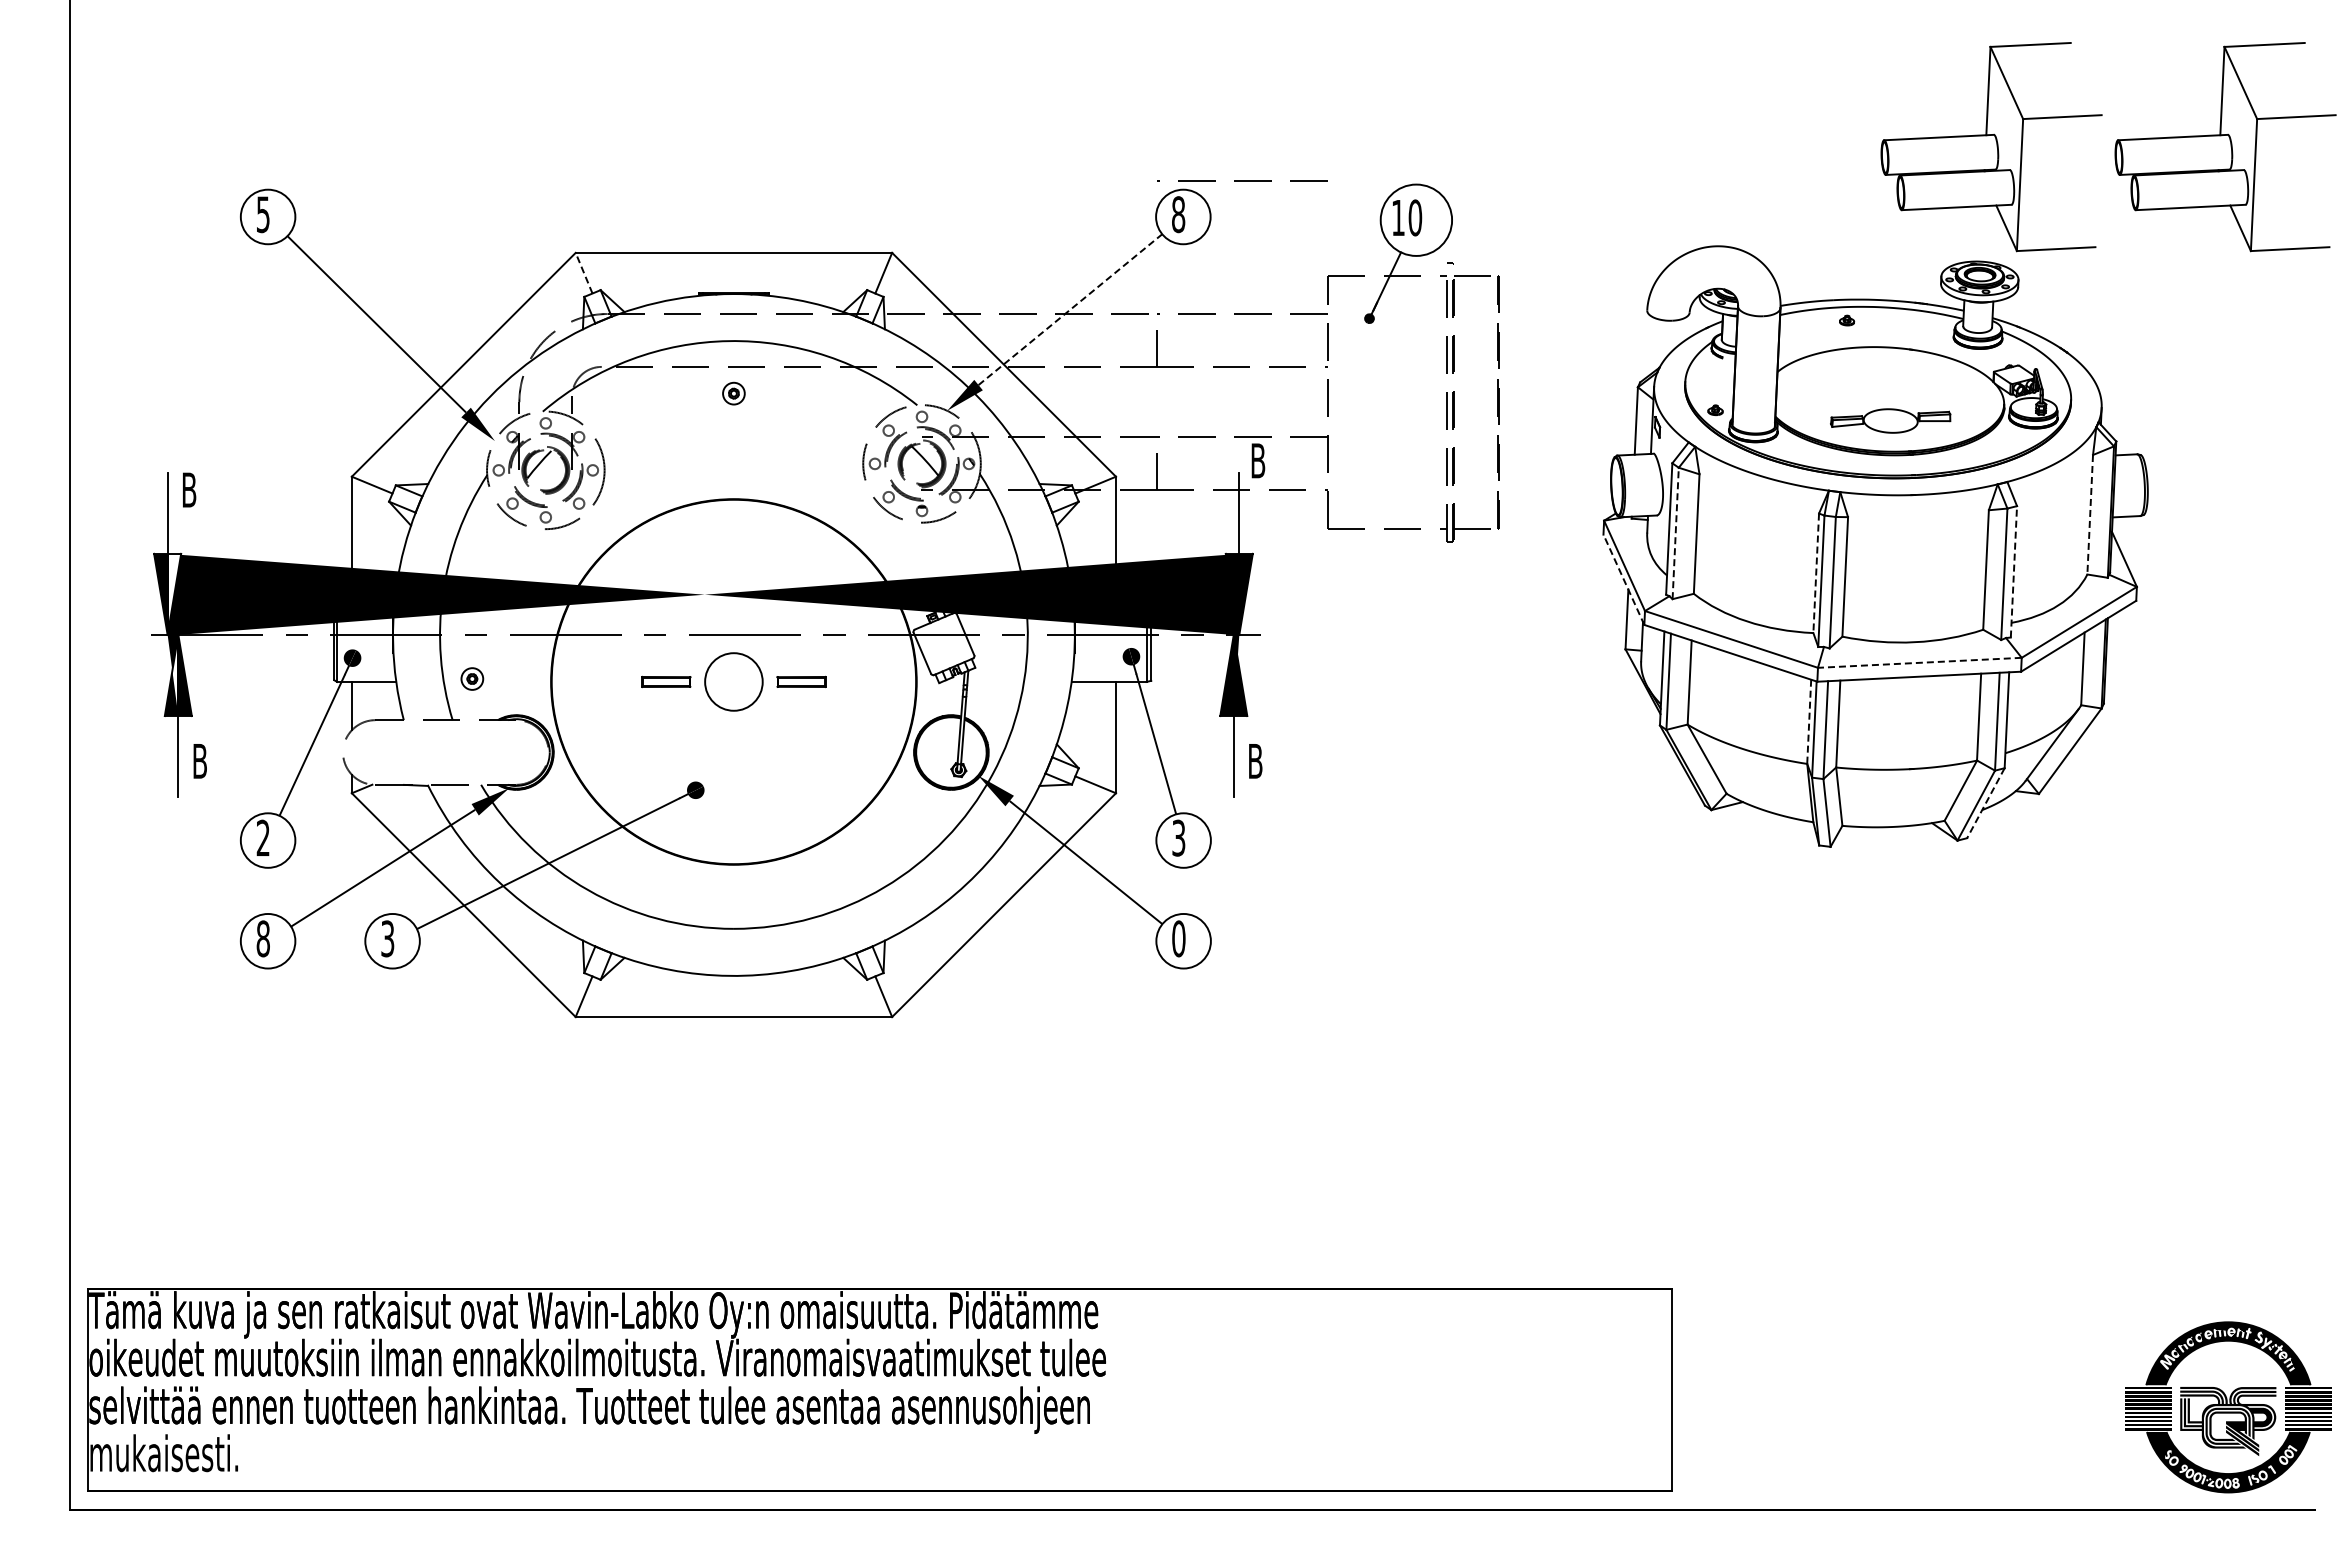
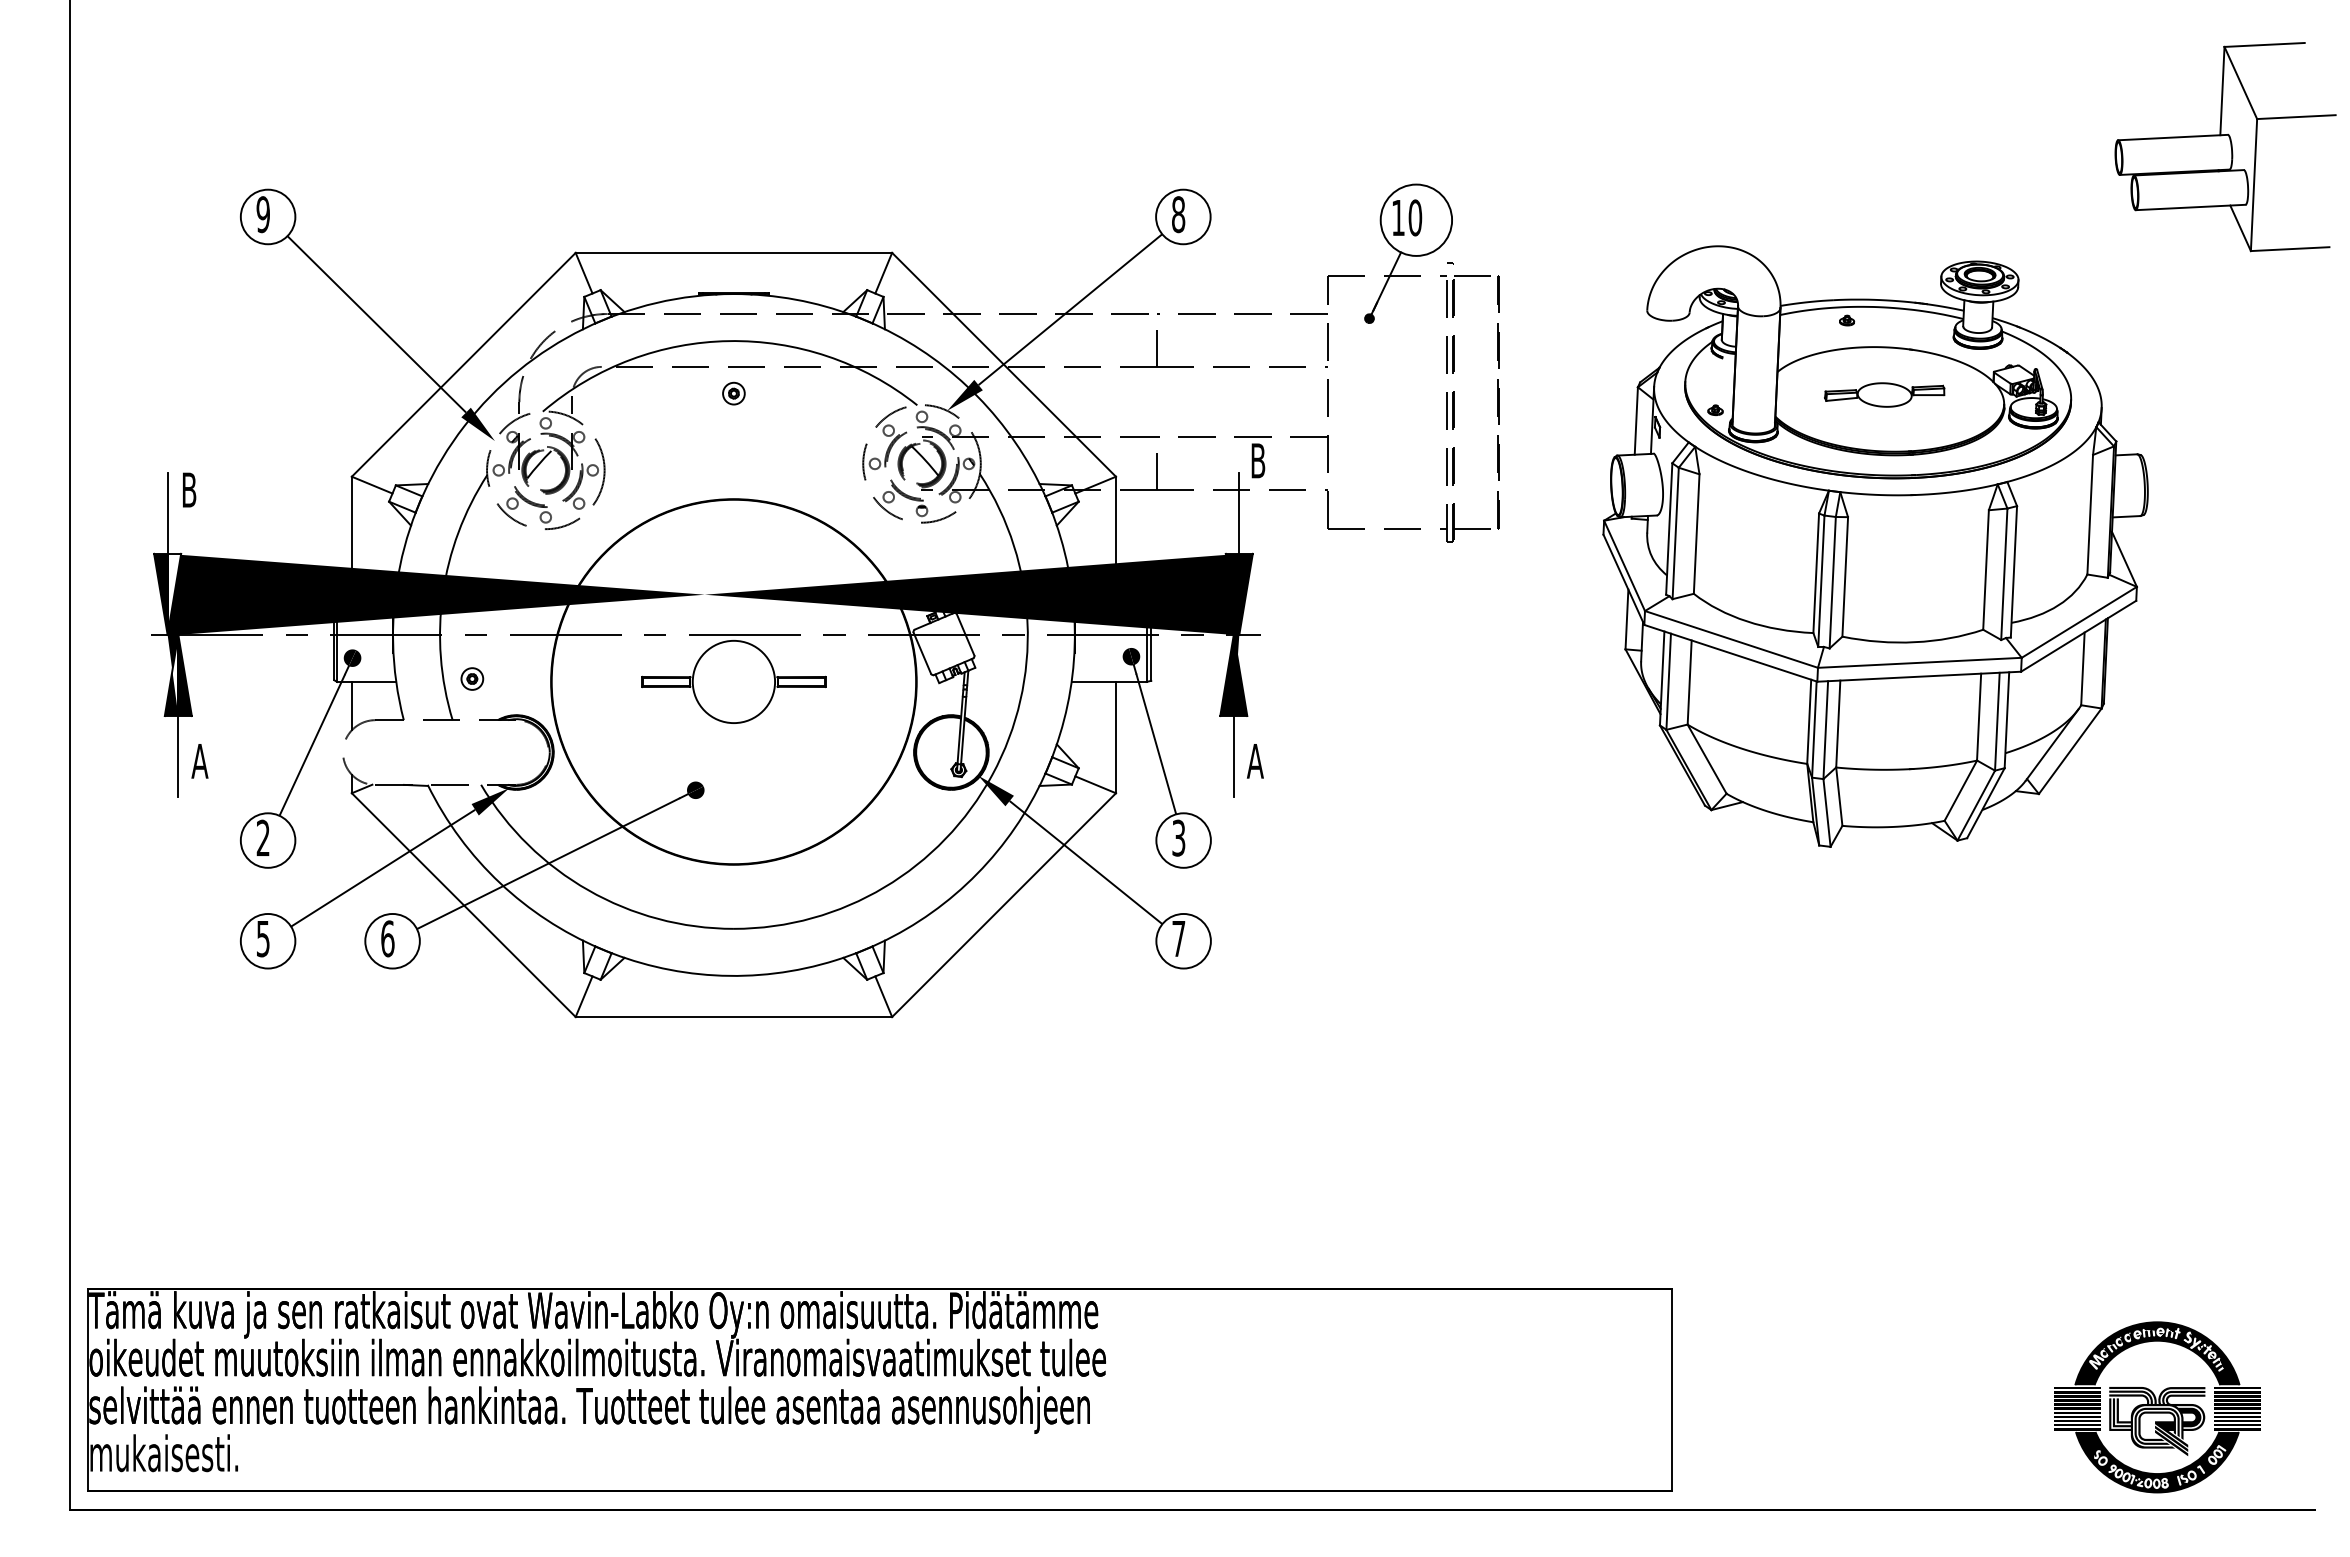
part at (1991, 147): present -> none
line at (1242, 180): present -> none
text at (262, 214): 5 -> 9
line at (584, 273): dashed -> solid
line at (1070, 309): dashed -> solid
part at (1890, 420) position: (1890, 420) -> (1884, 394)
line at (2090, 514): dashed -> solid
line at (1675, 533): dashed -> solid
line at (2013, 571): dashed -> solid
line at (1816, 573): dashed -> solid
line at (1623, 579): dashed -> solid
line at (1919, 662): dashed -> solid
circle at (733, 681) diameter: 58 px -> 82 px
line at (1809, 722): dashed -> solid
text at (199, 761): B -> A
text at (1254, 761): B -> A
line at (1985, 803): dashed -> solid
text at (262, 938): 8 -> 5
text at (387, 938): 3 -> 6
text at (1178, 938): 0 -> 7
part at (2228, 1407) position: (2228, 1407) -> (2157, 1407)
